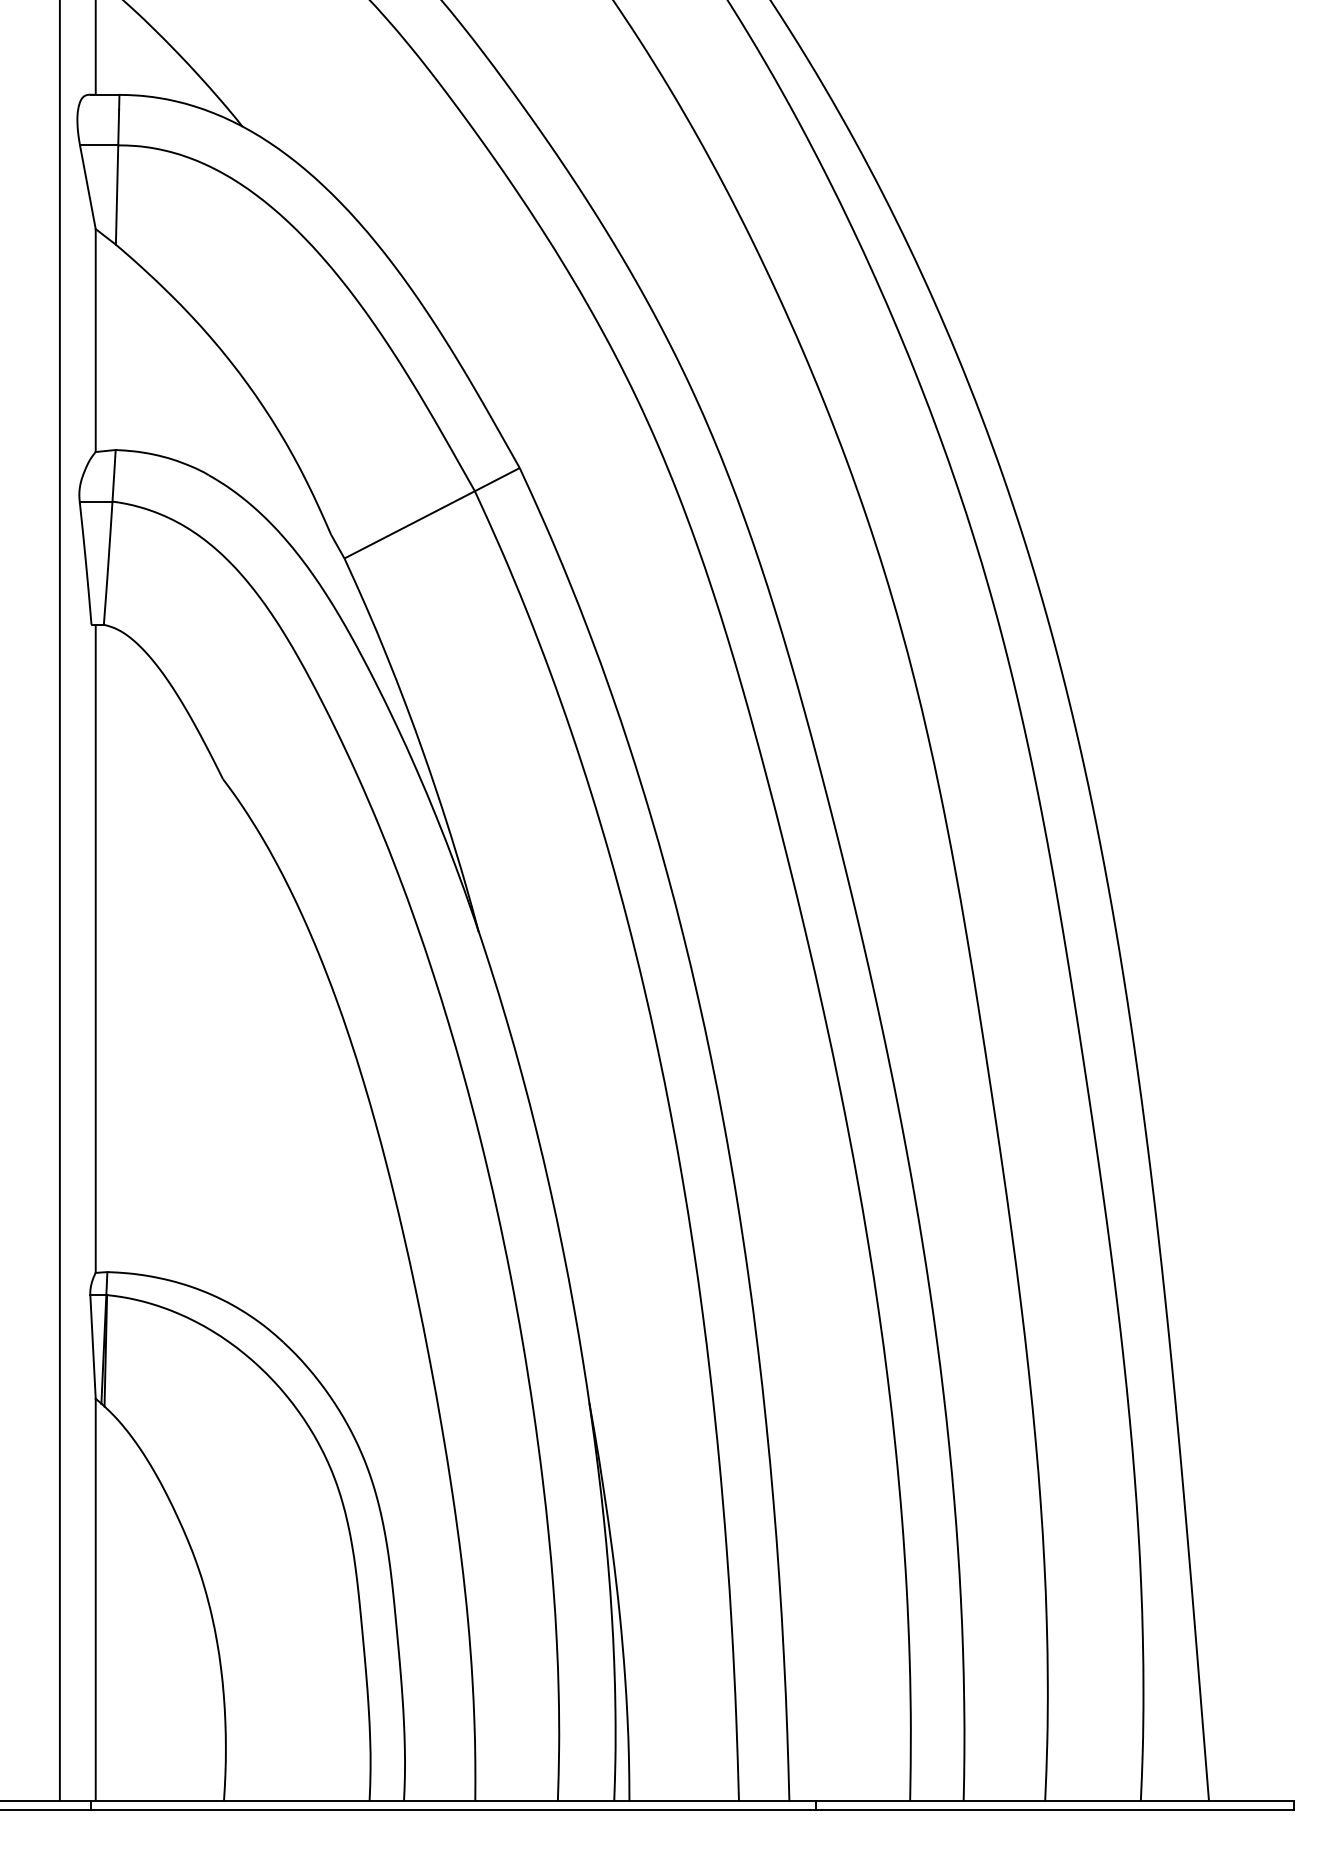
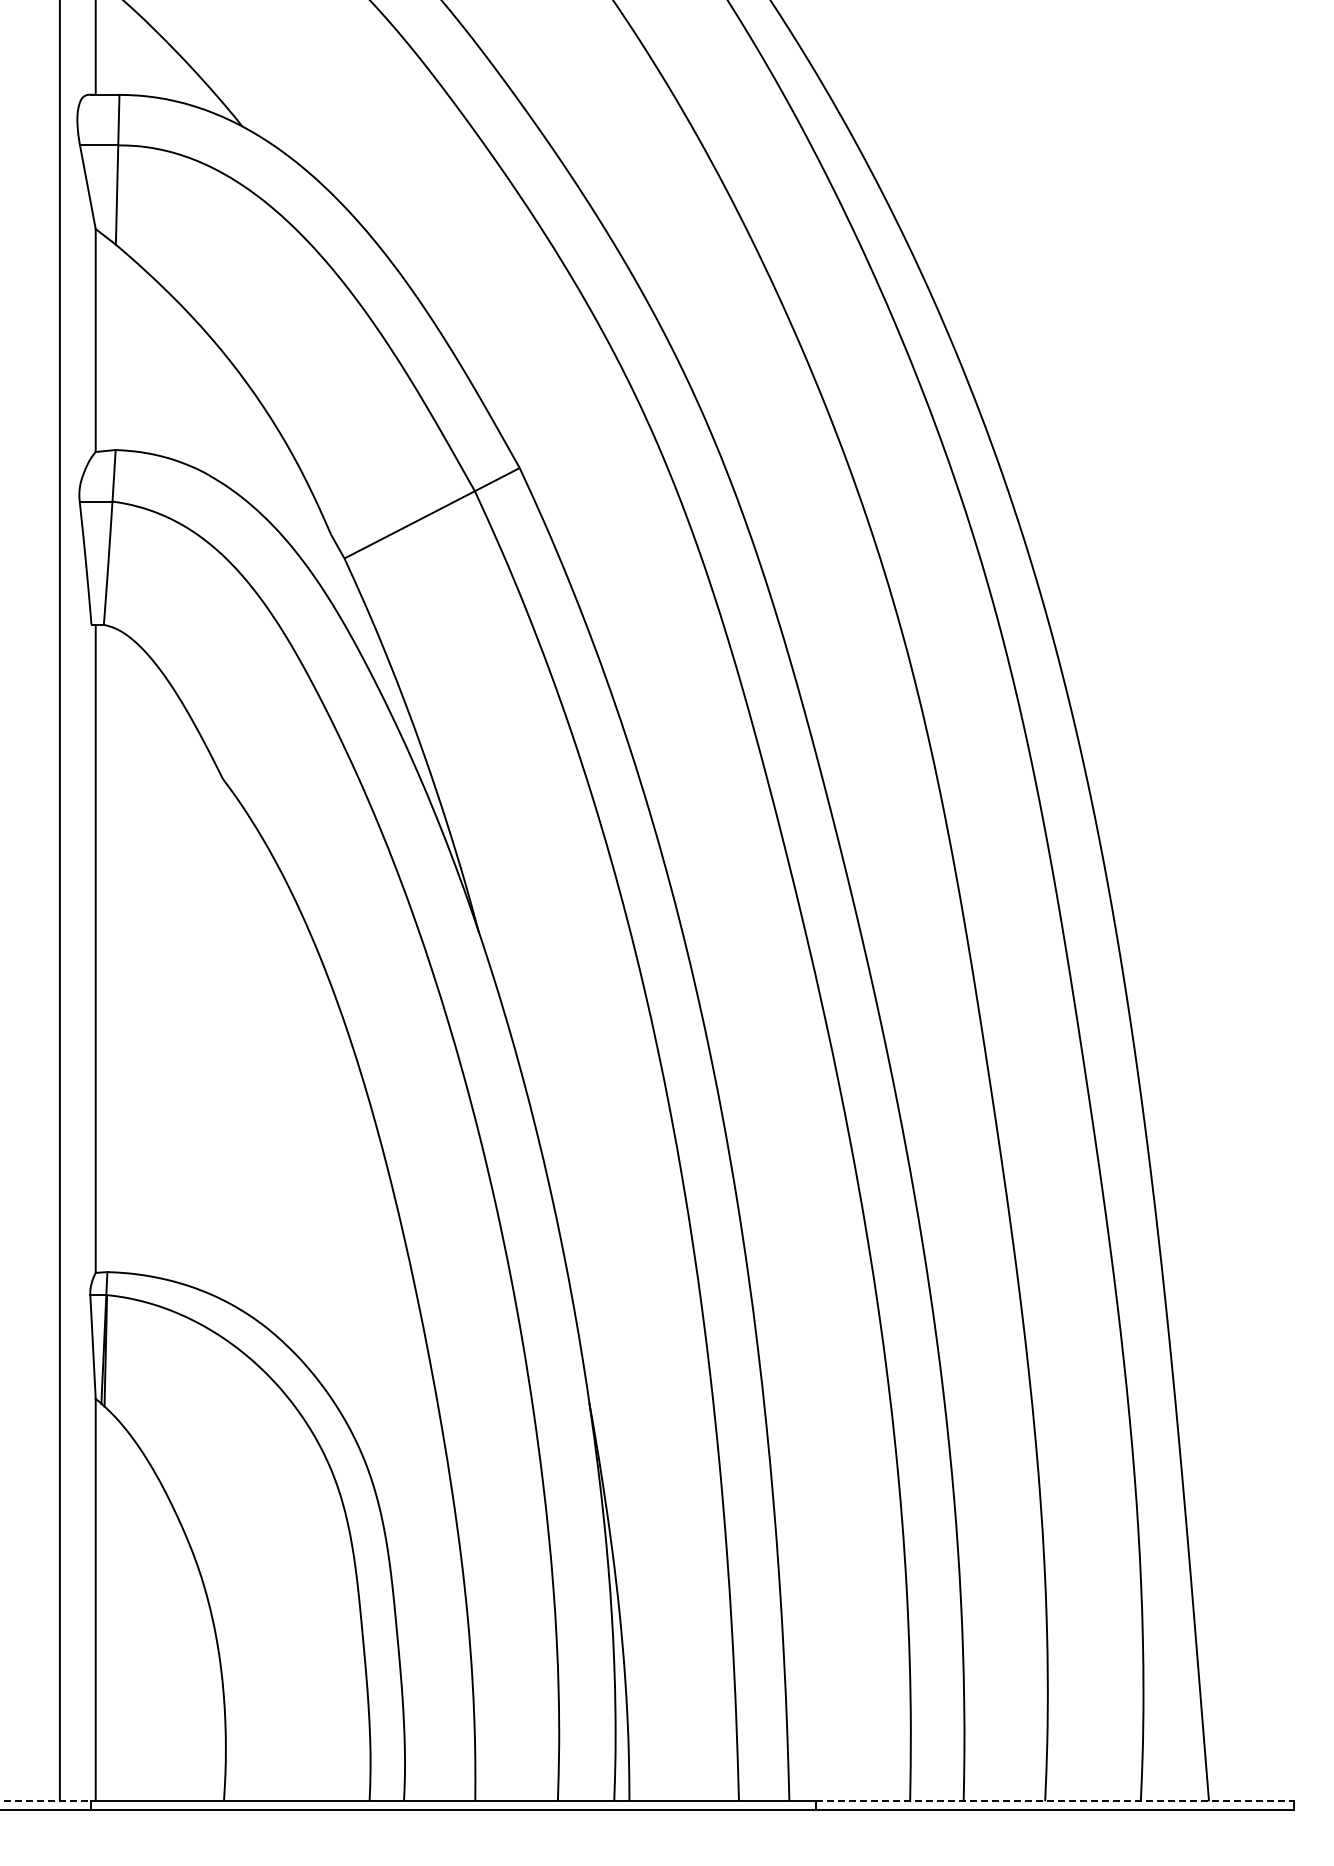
line at (46, 1801): solid -> dashed
line at (1055, 1801): solid -> dashed
